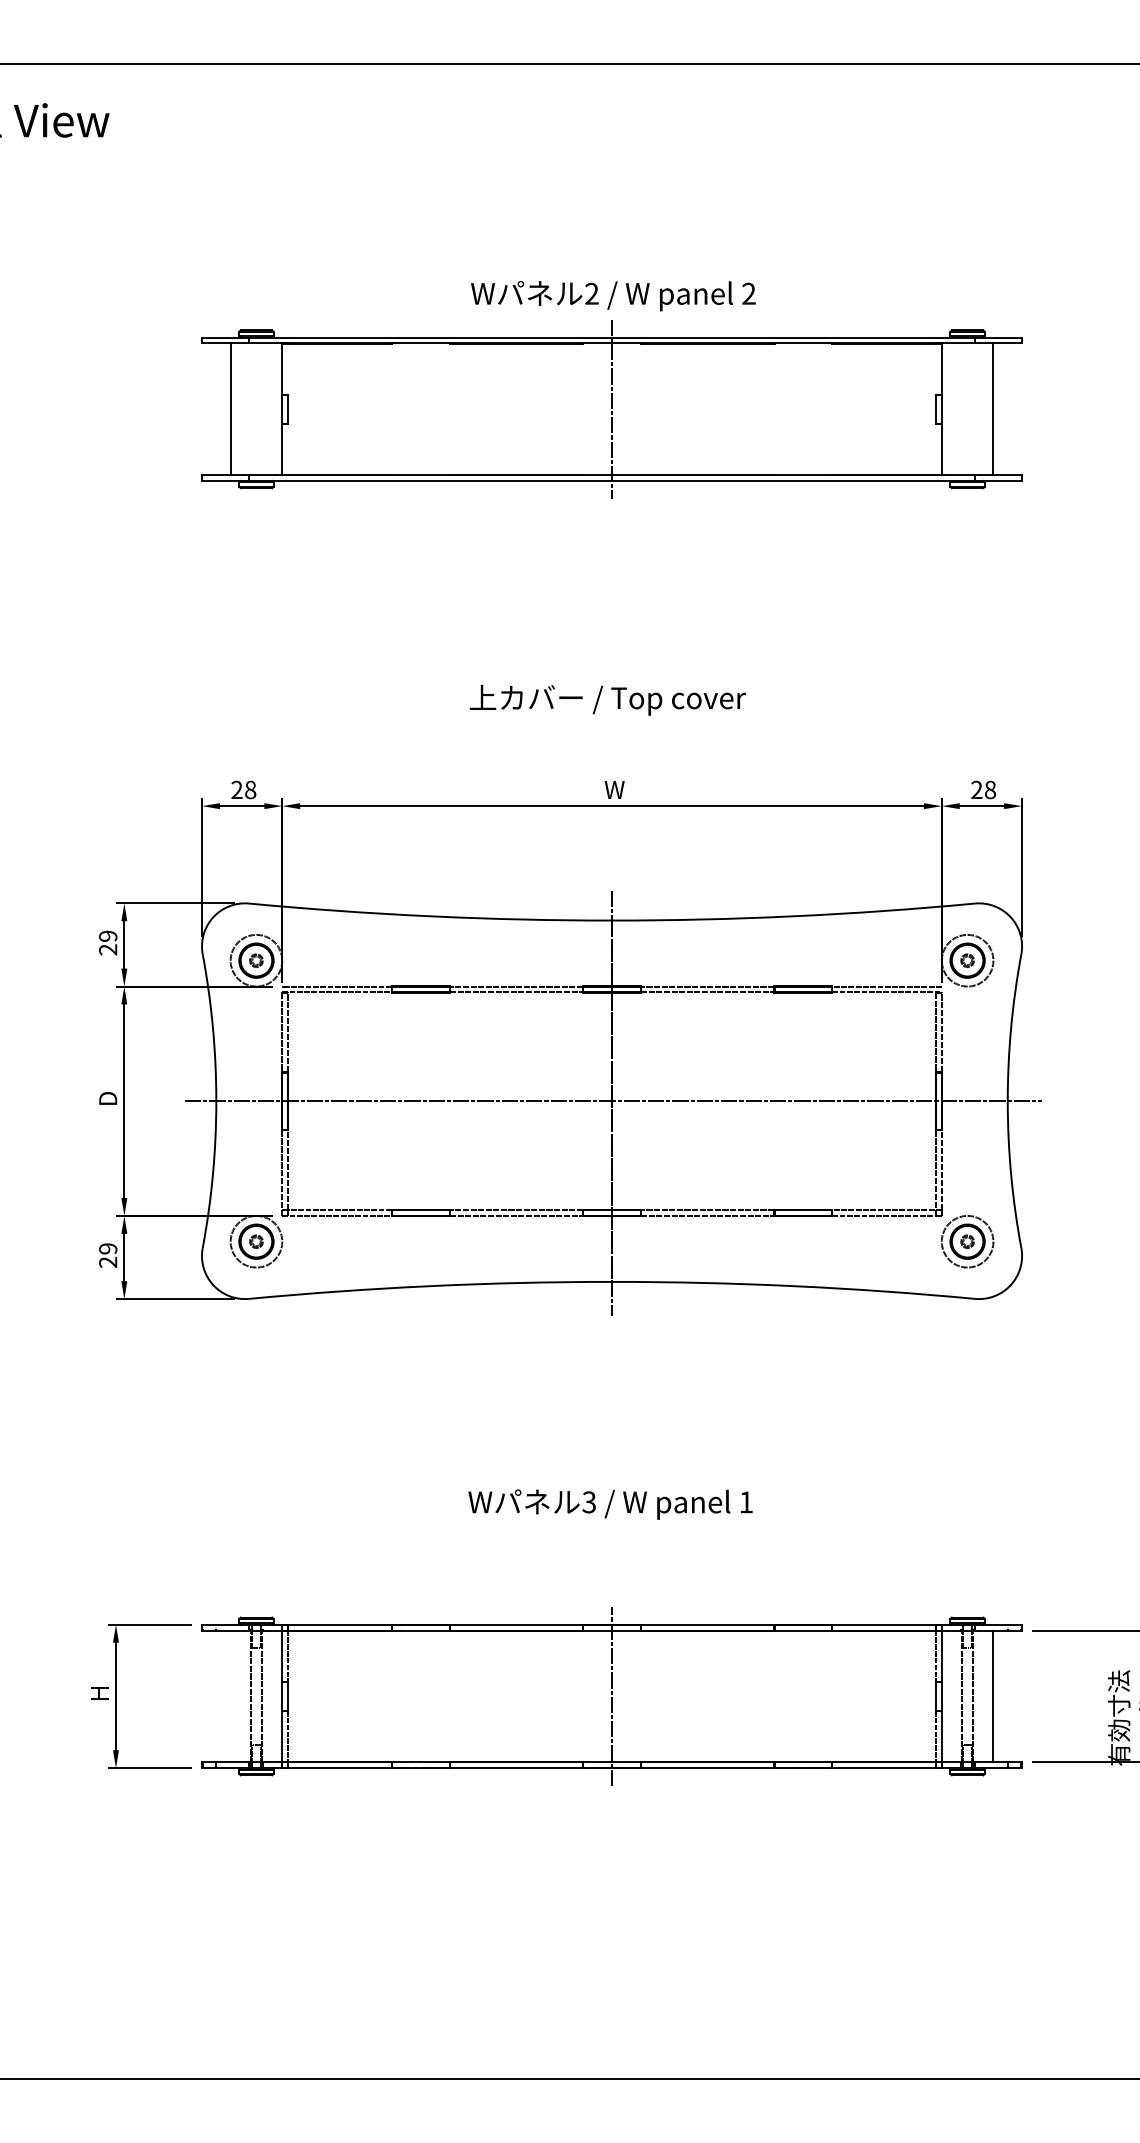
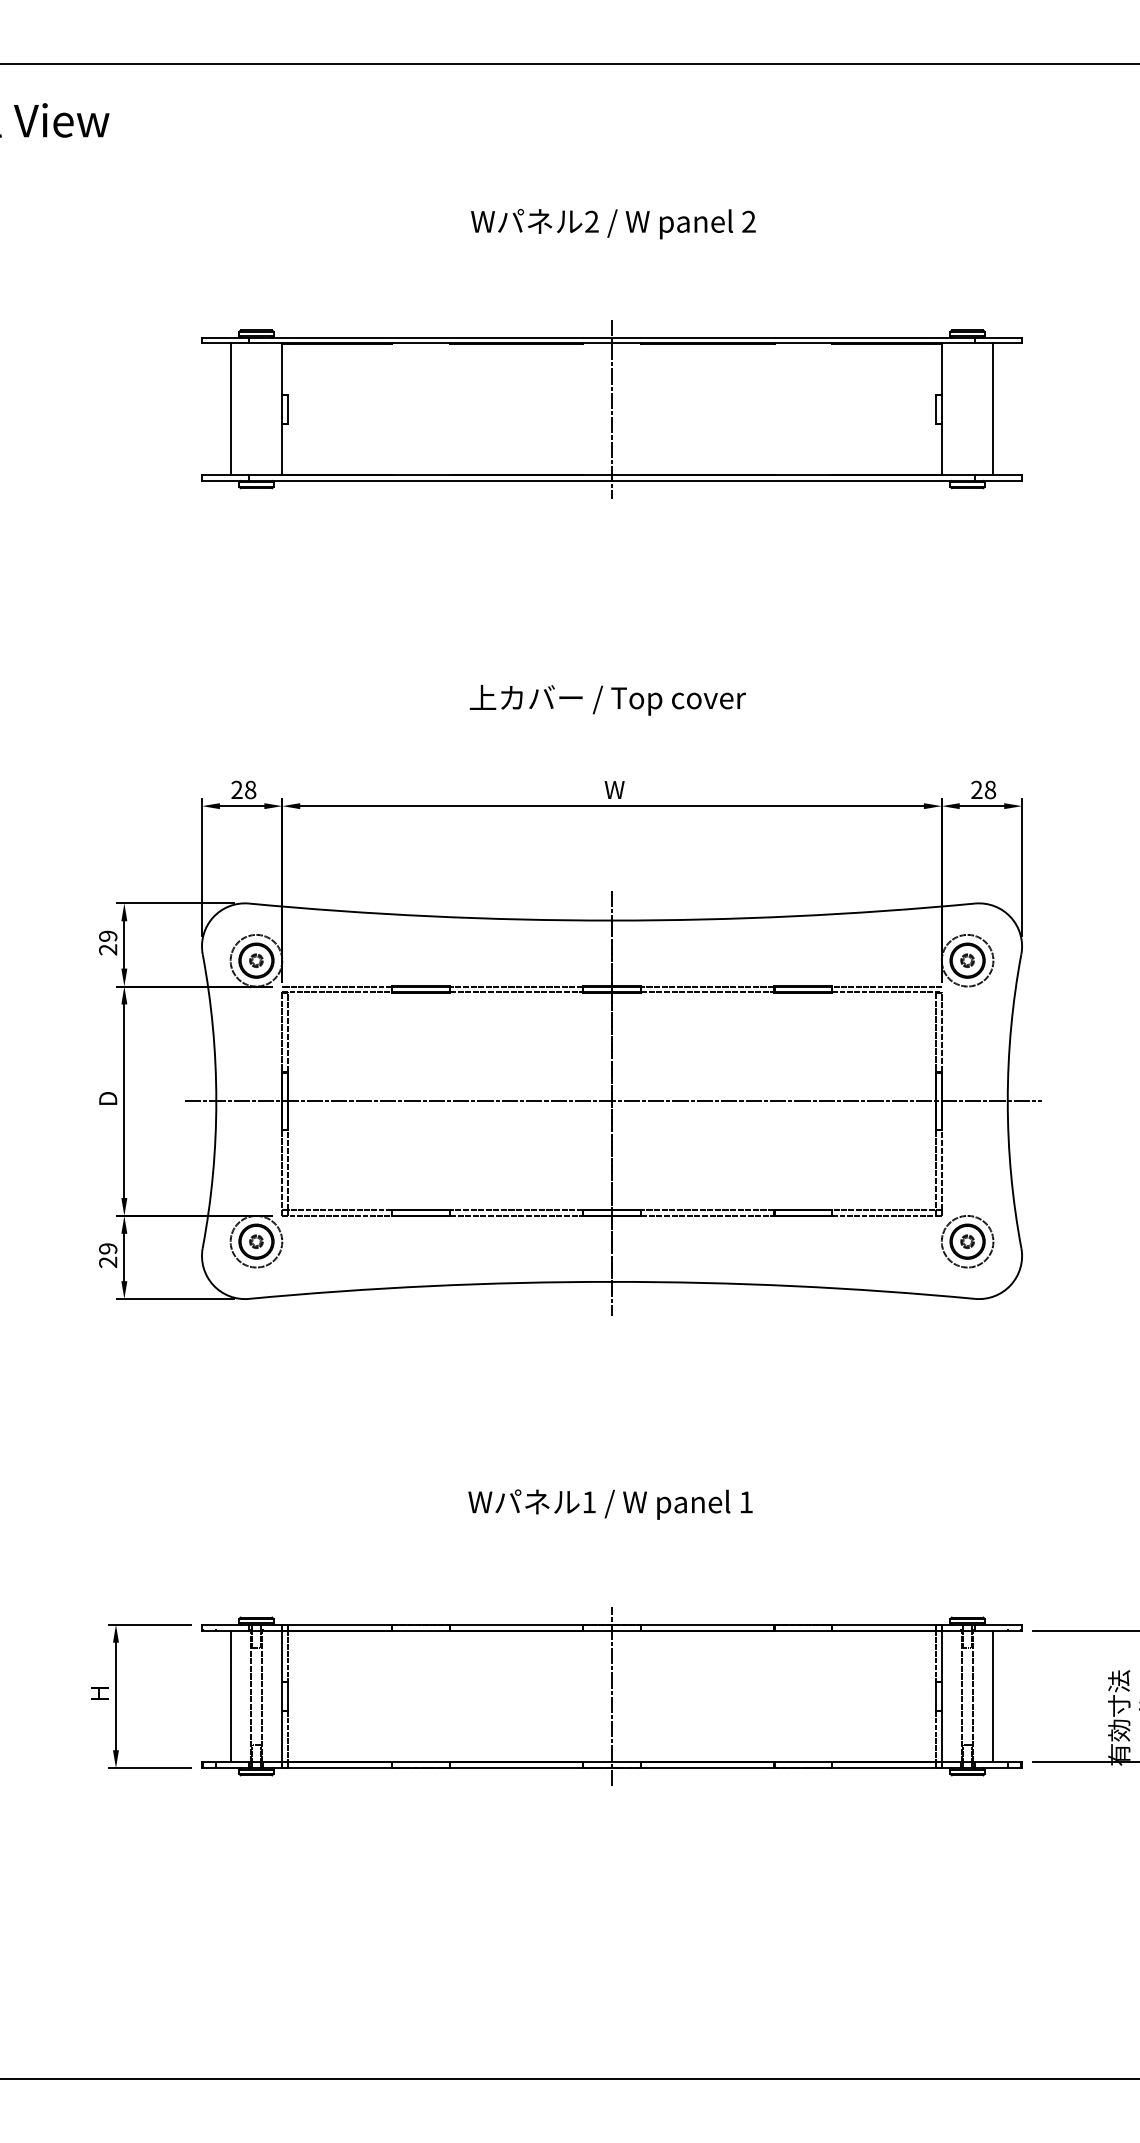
text at (613, 296) position: (613, 296) -> (613, 224)
text at (588, 1502): 3 -> 1
line at (230, 1696): none -> present
